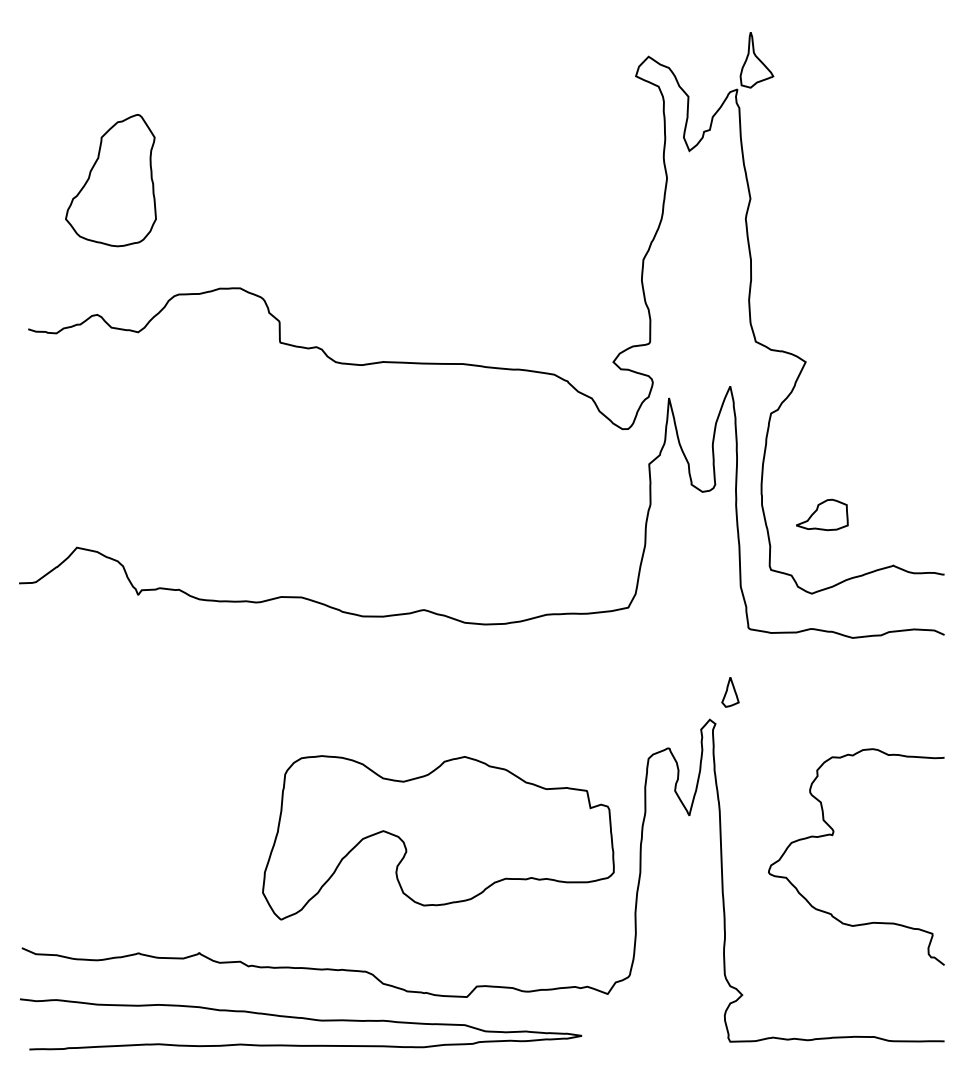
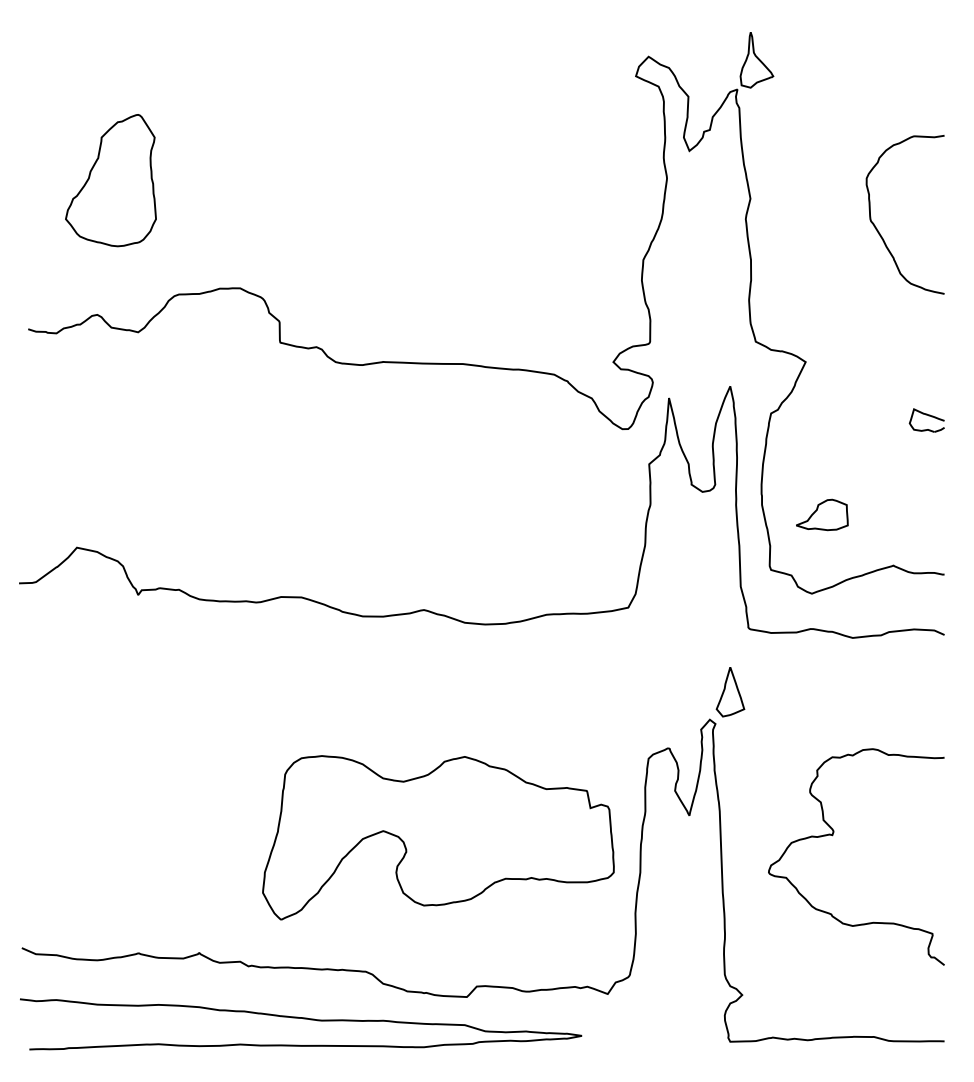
curve at (879, 231): none -> present
part at (926, 420): none -> present
part at (730, 692) size: 19x31 px -> 31x51 px
